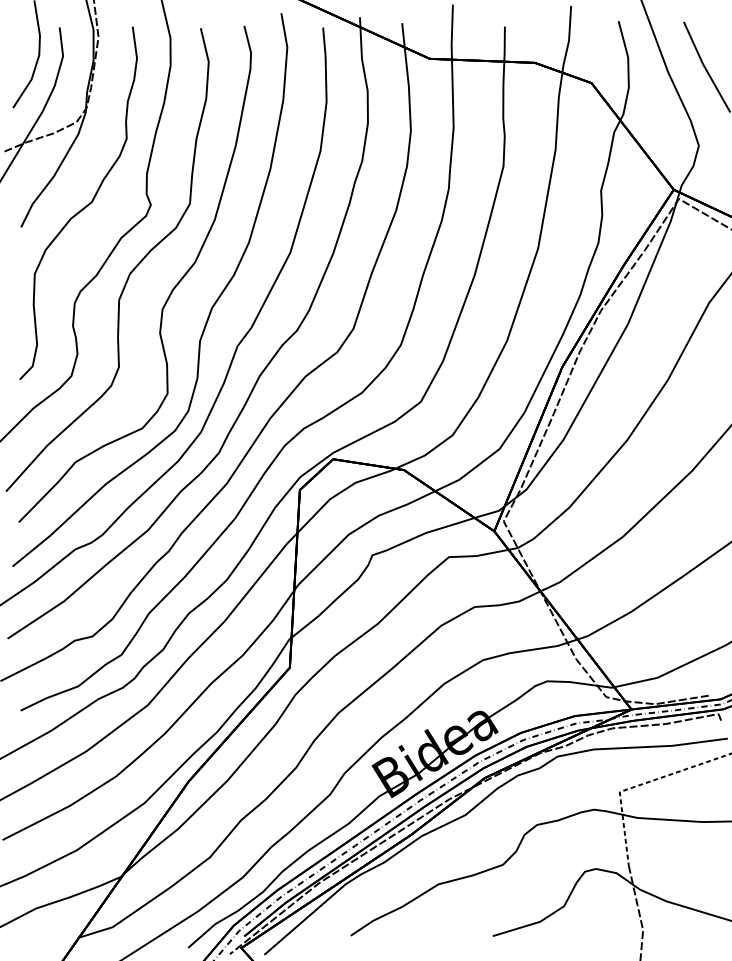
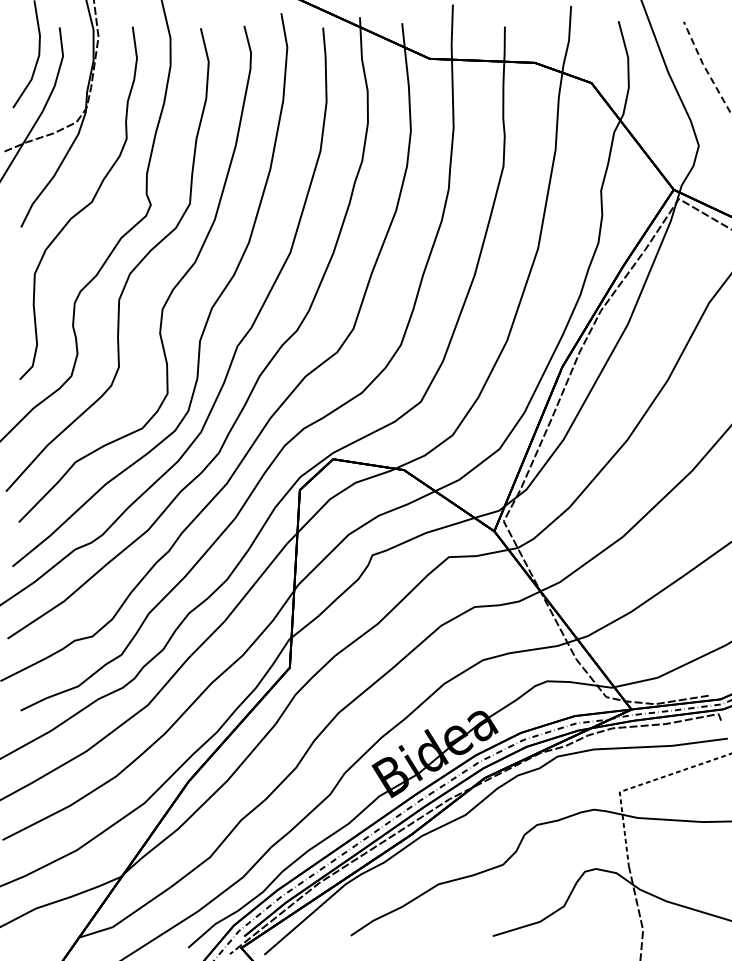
line at (704, 67): solid -> dashed
